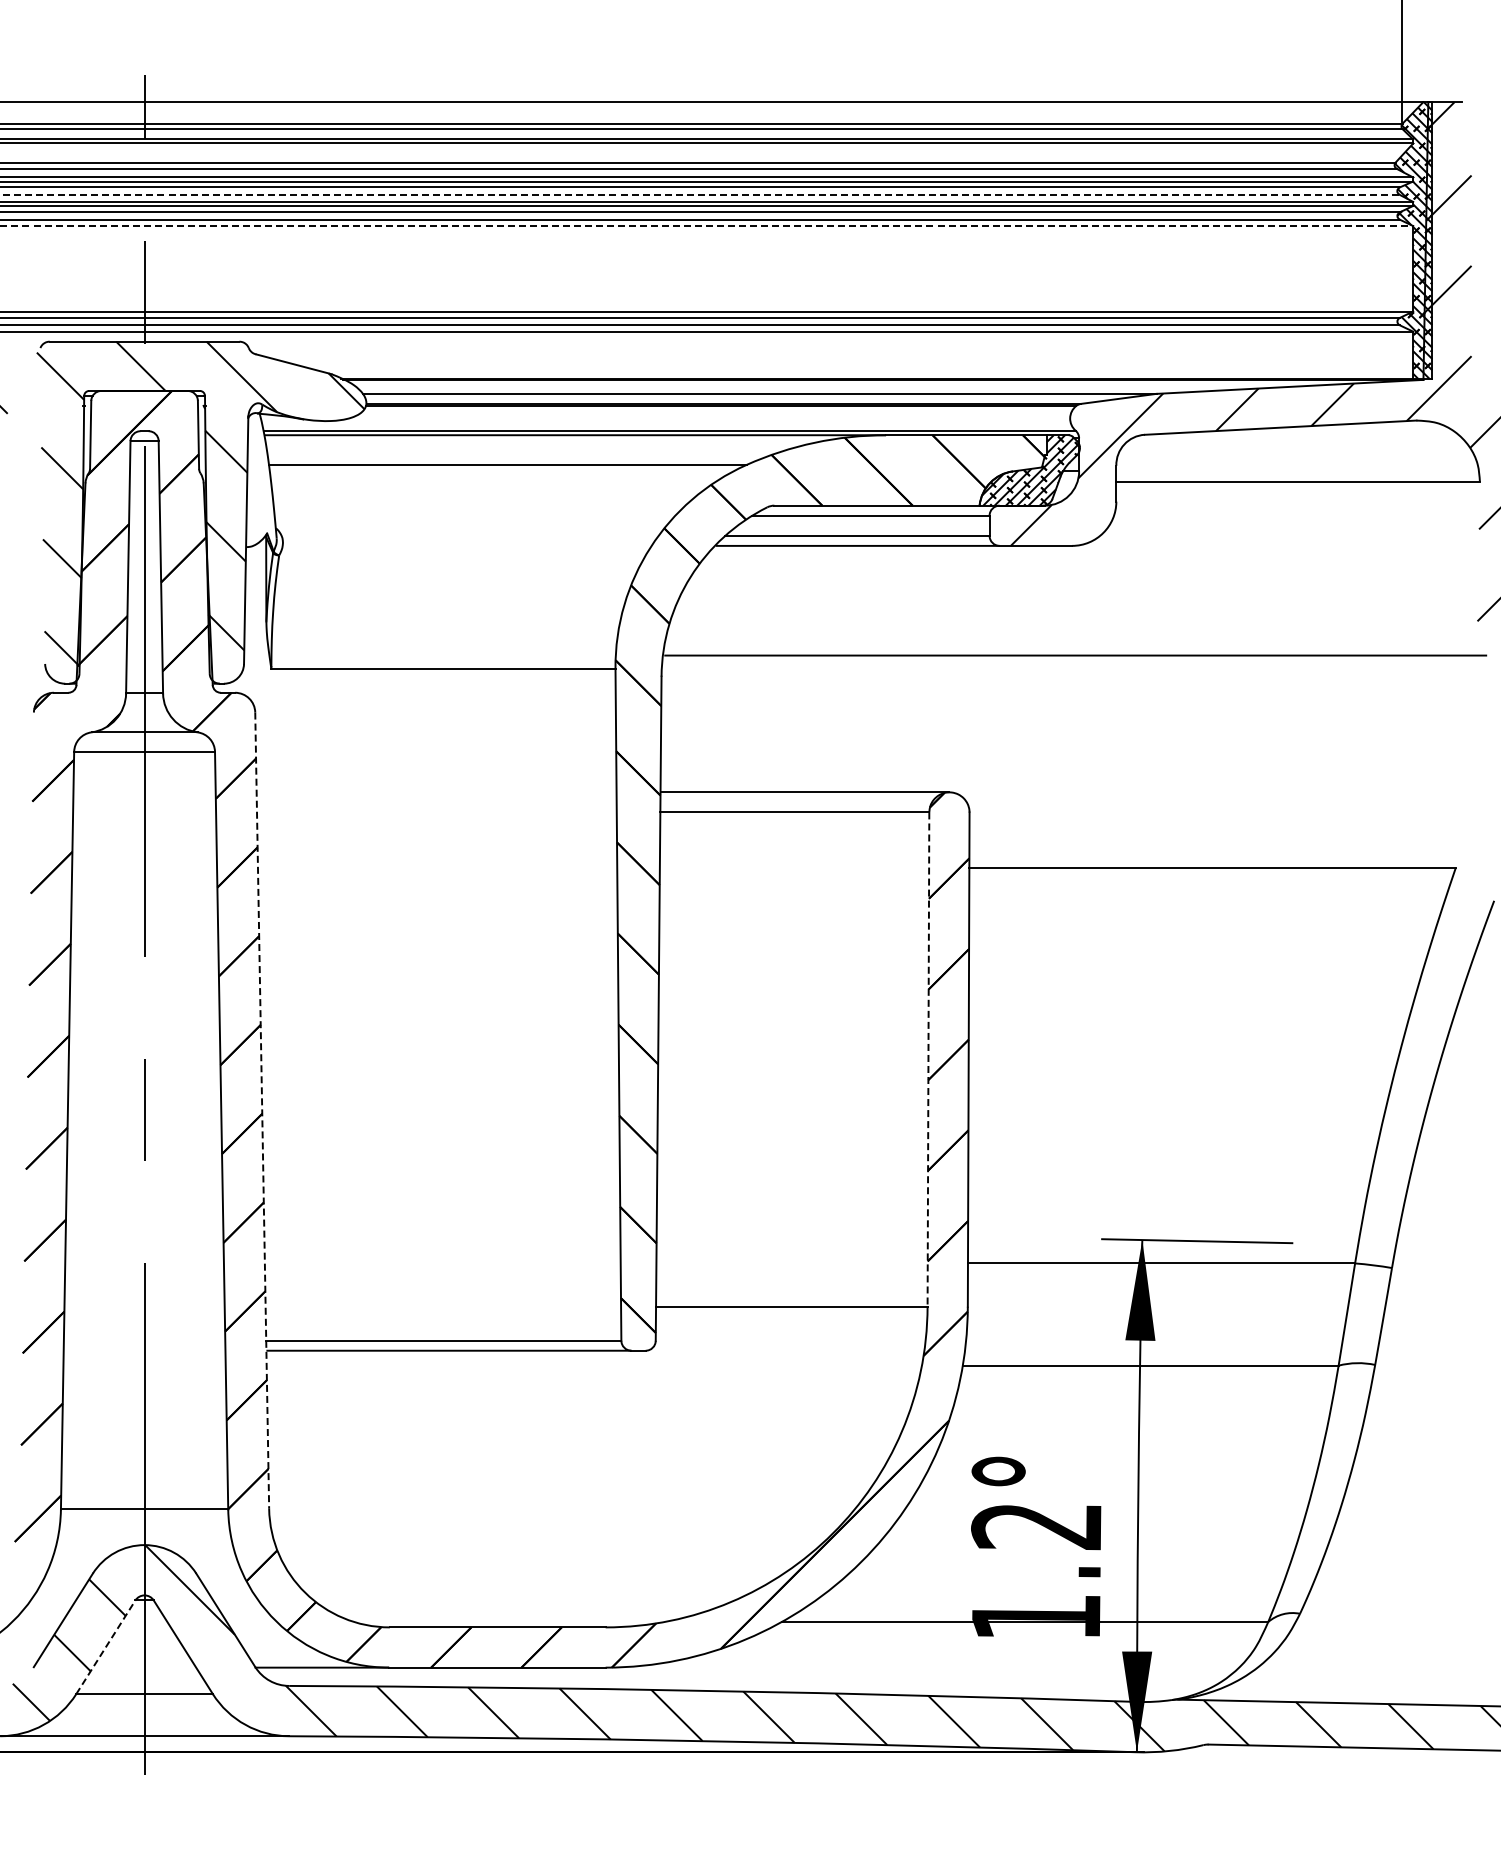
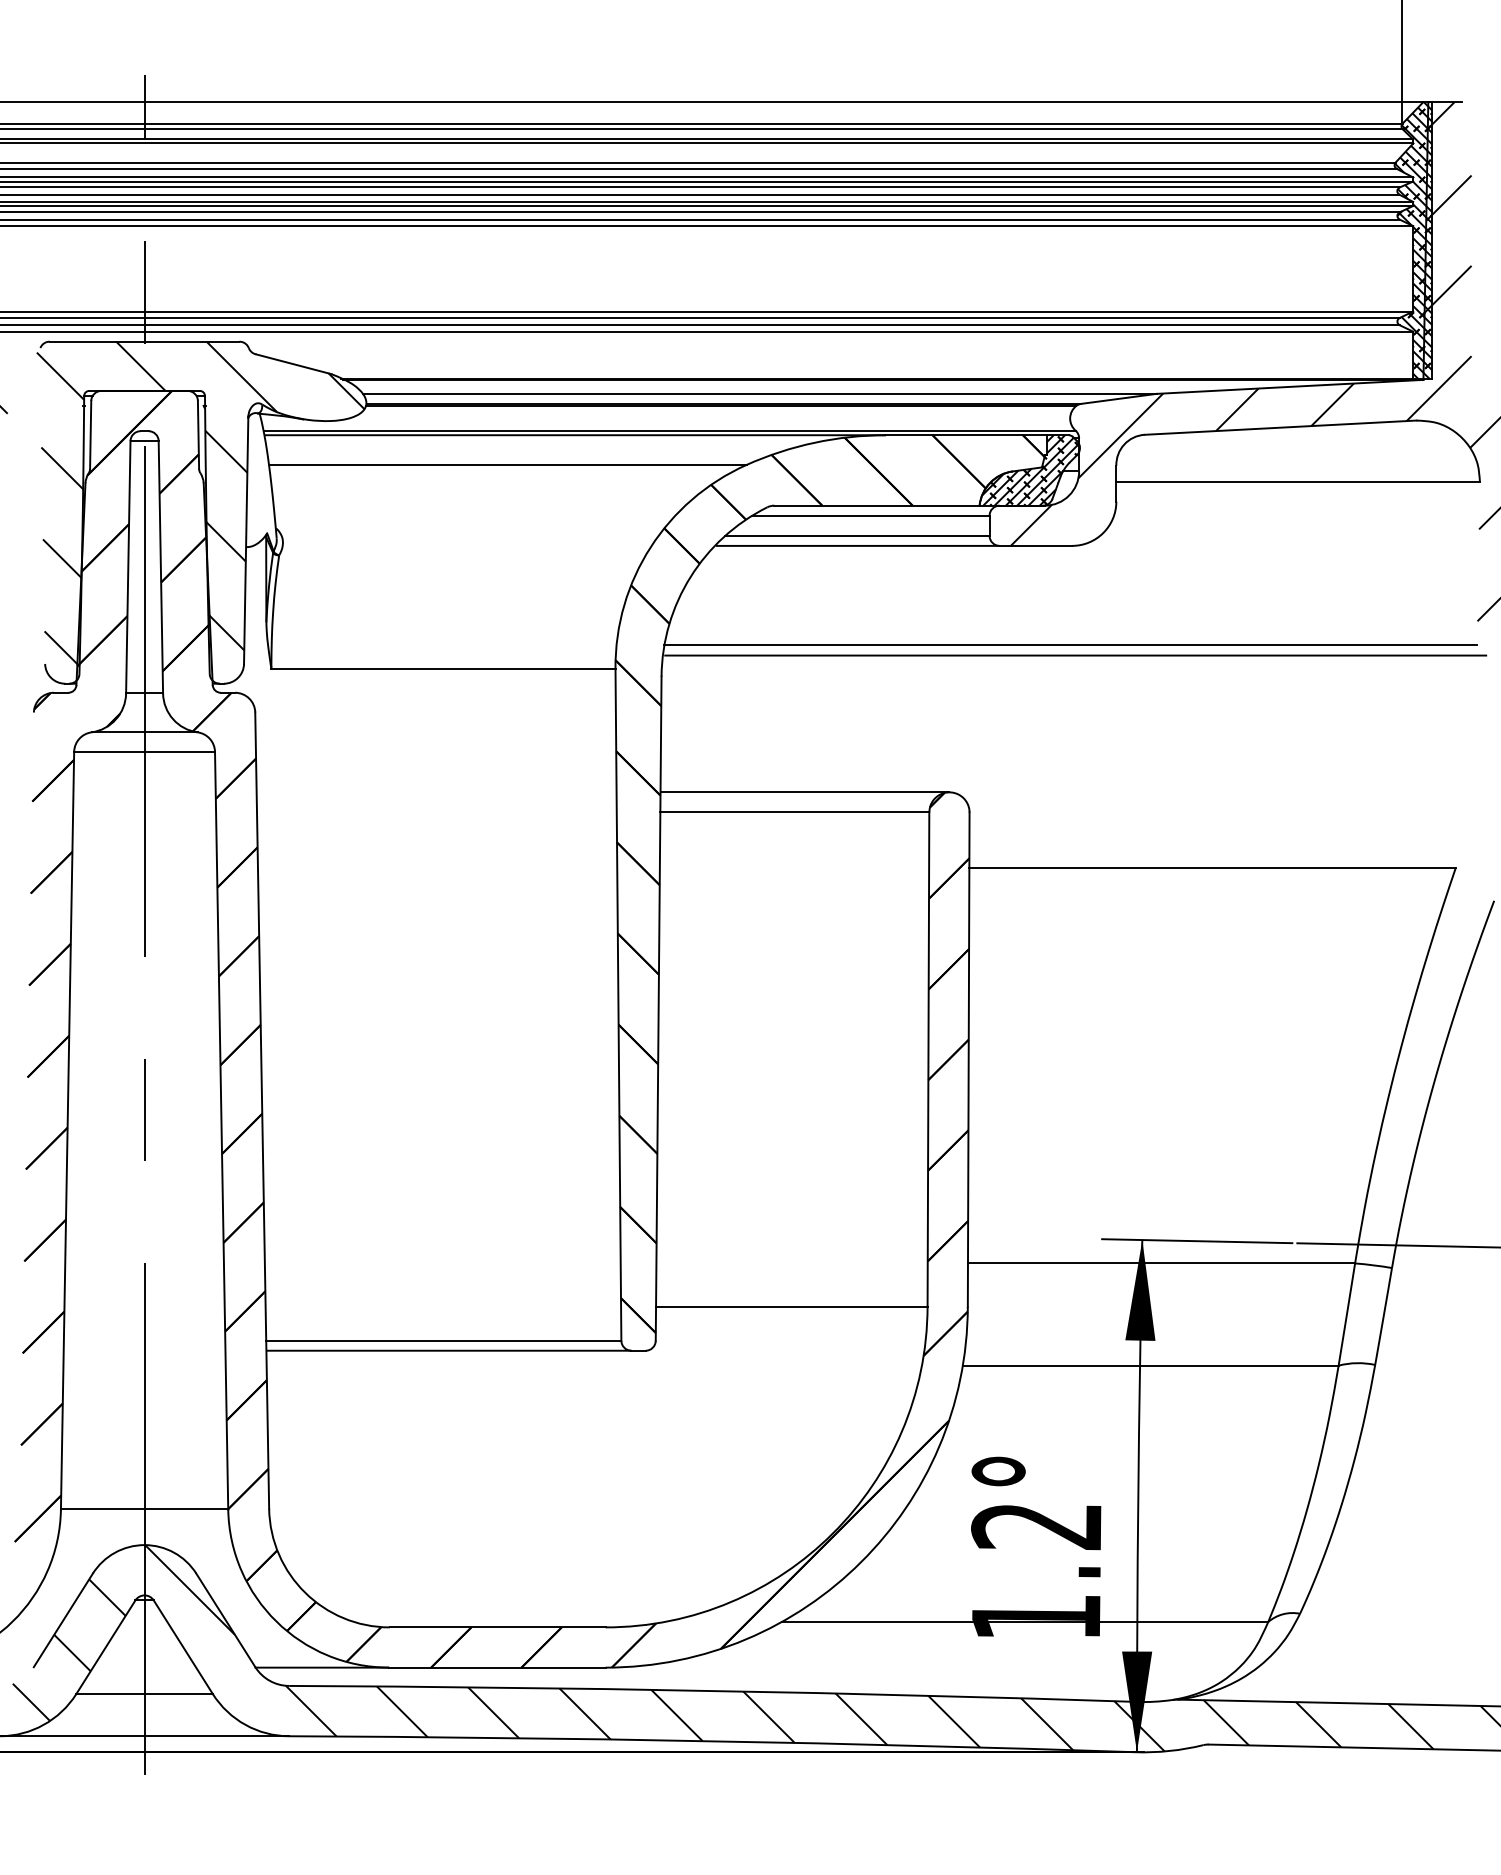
line at (700, 194): dashed -> solid
line at (707, 226): dashed -> solid
line at (1070, 645): none -> present
line at (928, 1060): dashed -> solid
line at (262, 1111): dashed -> solid
line at (1396, 1245): none -> present
line at (106, 1646): dashed -> solid
